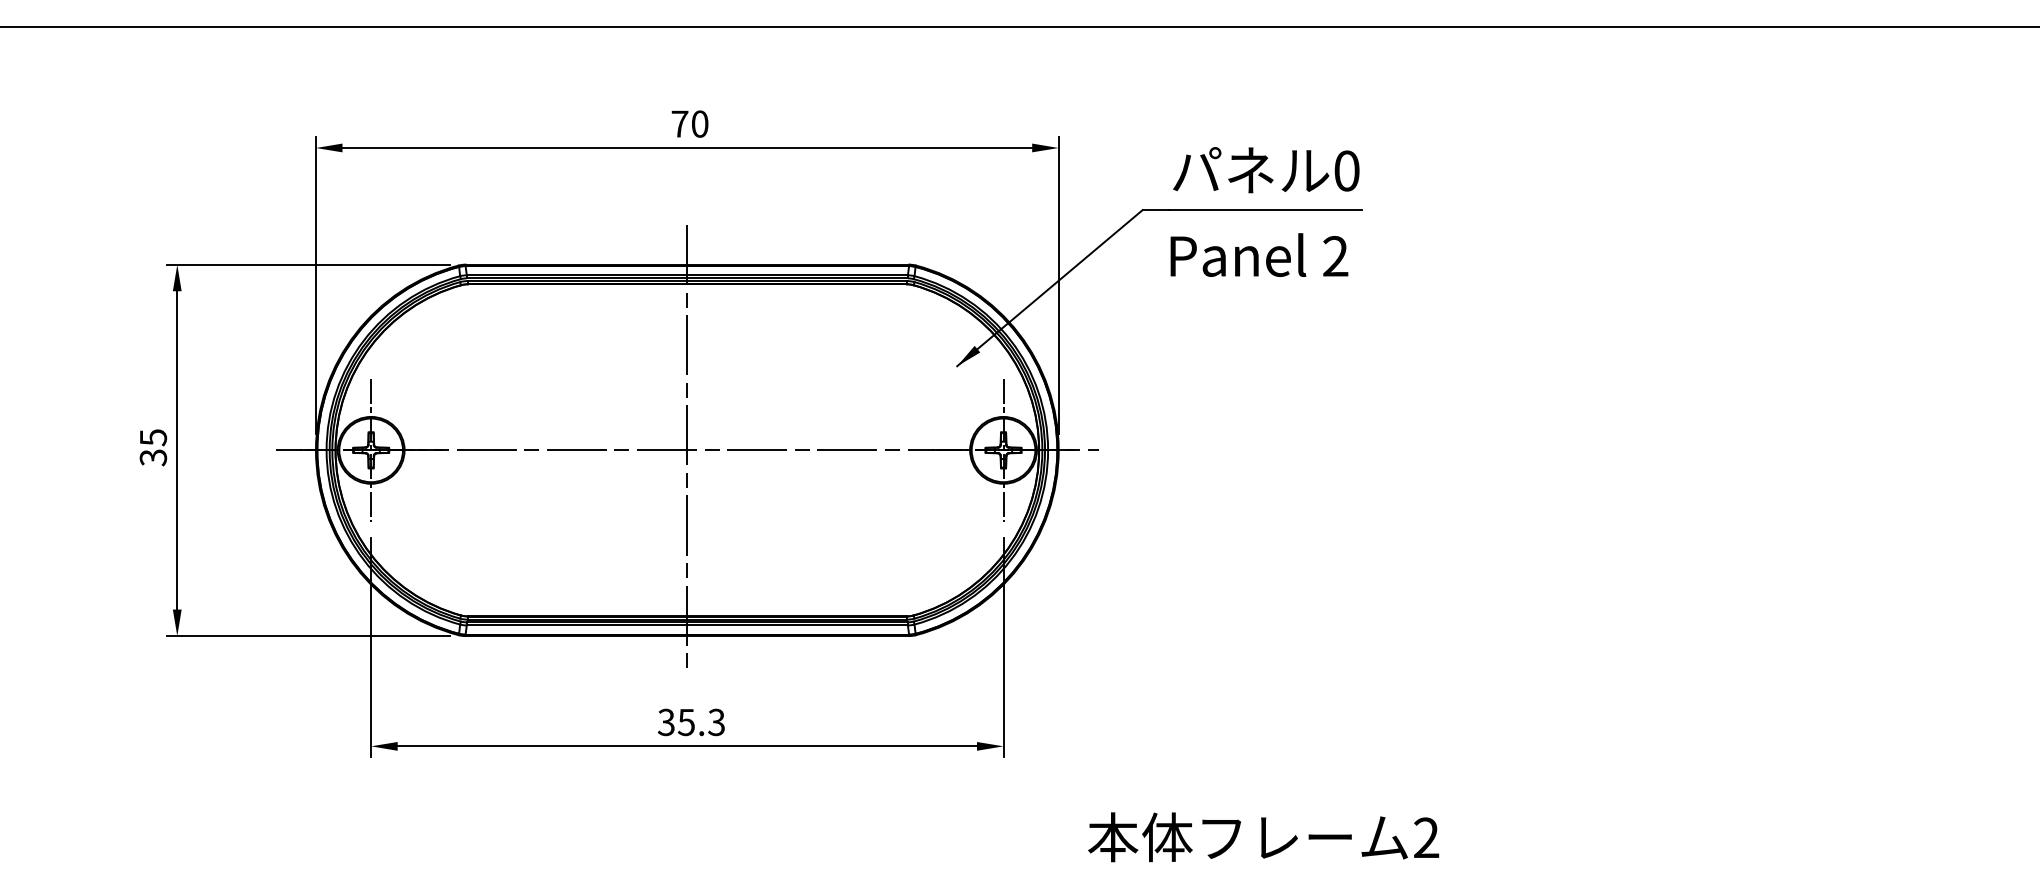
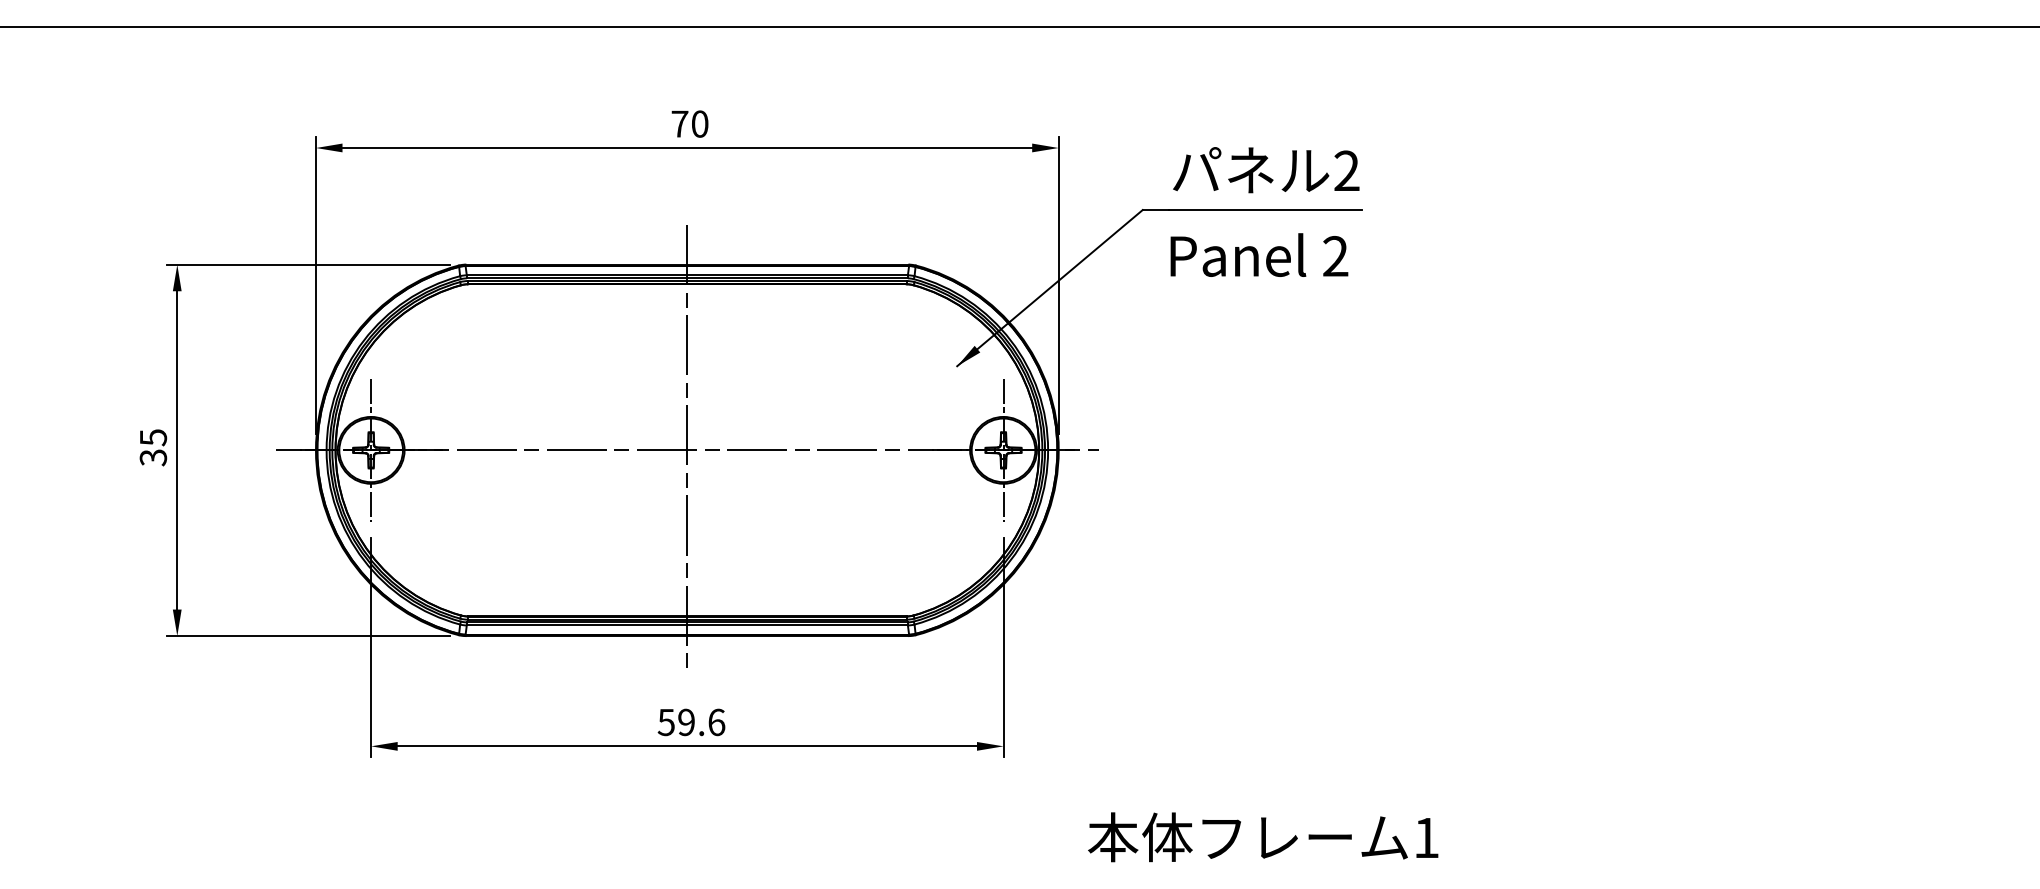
text at (1346, 170): 0 -> 2
text at (691, 722): 35.3 -> 59.6
text at (1426, 837): 2 -> 1
